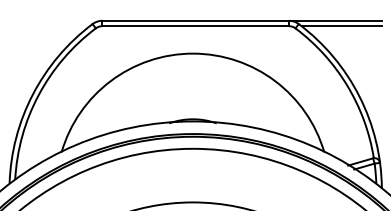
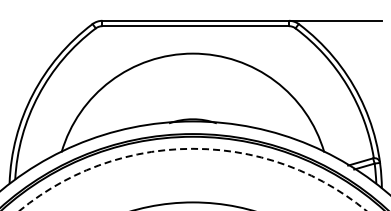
line at (341, 26): present -> none
circle at (192, 179): solid -> dashed
